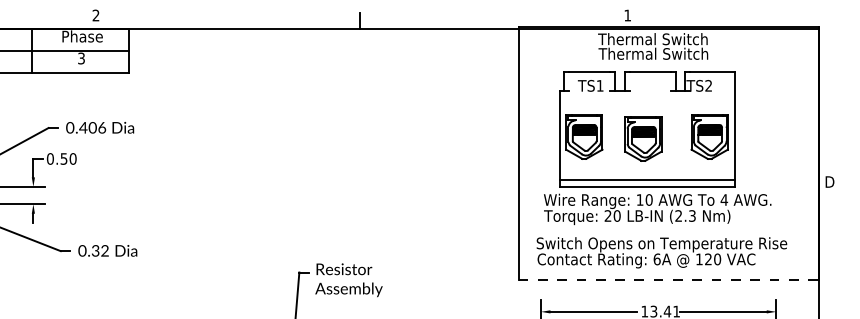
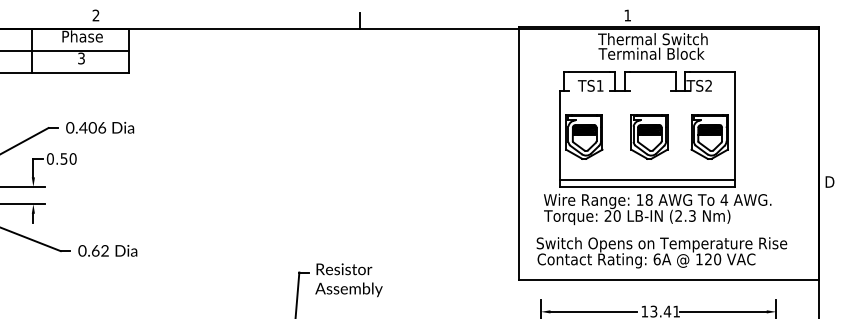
text at (658, 53): Thermal Switch -> Terminal Block
part at (643, 138) position: (643, 138) -> (649, 136)
text at (648, 199): 10 -> 18
text at (95, 250): 0.32 -> 0.62
line at (669, 279): dashed -> solid
